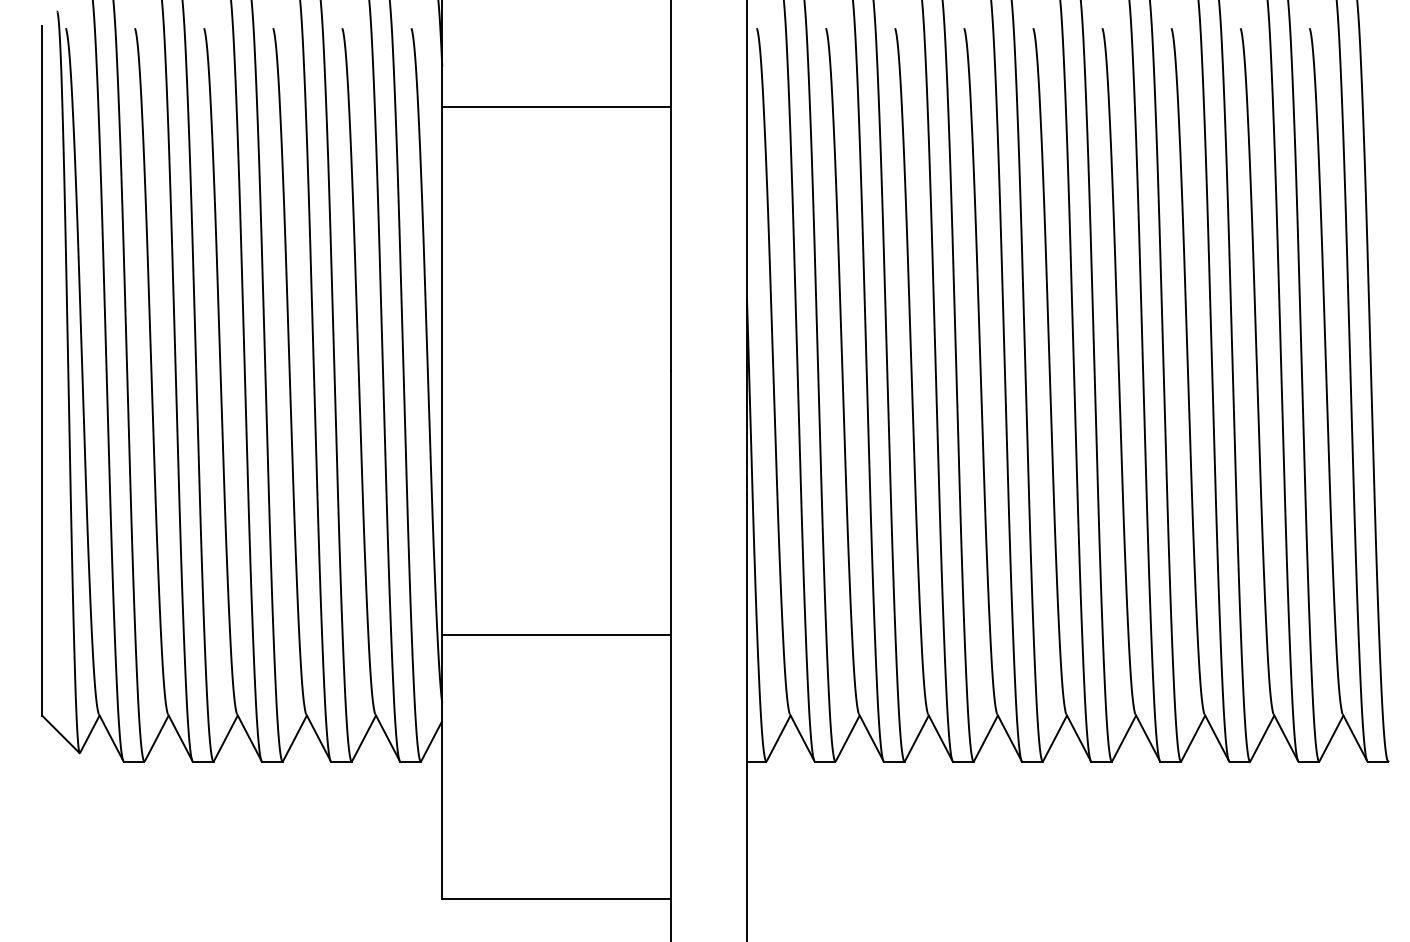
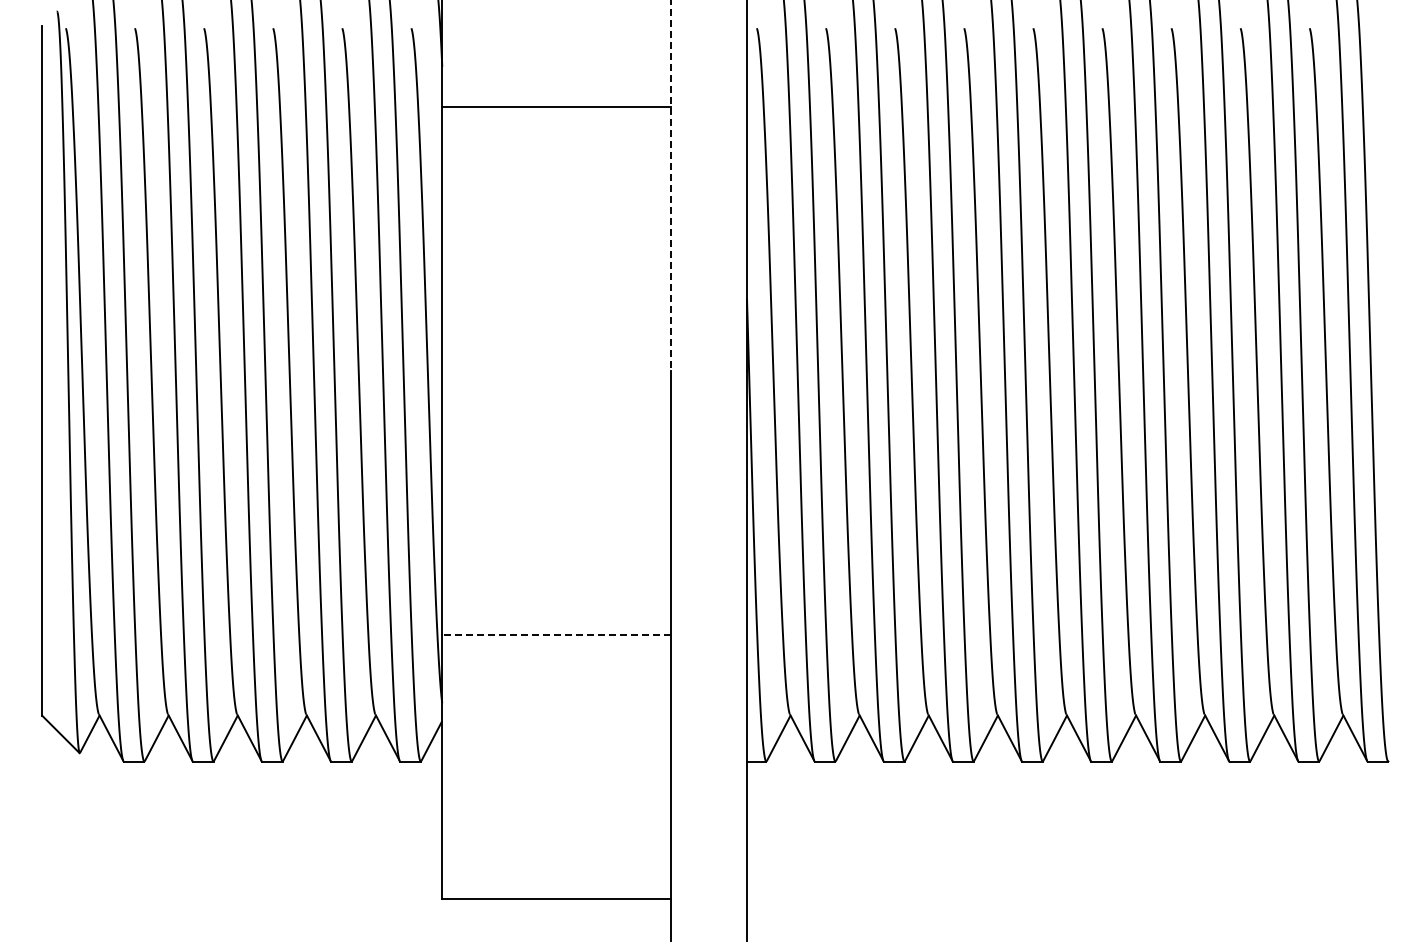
line at (670, 186): solid -> dashed
line at (556, 634): solid -> dashed
